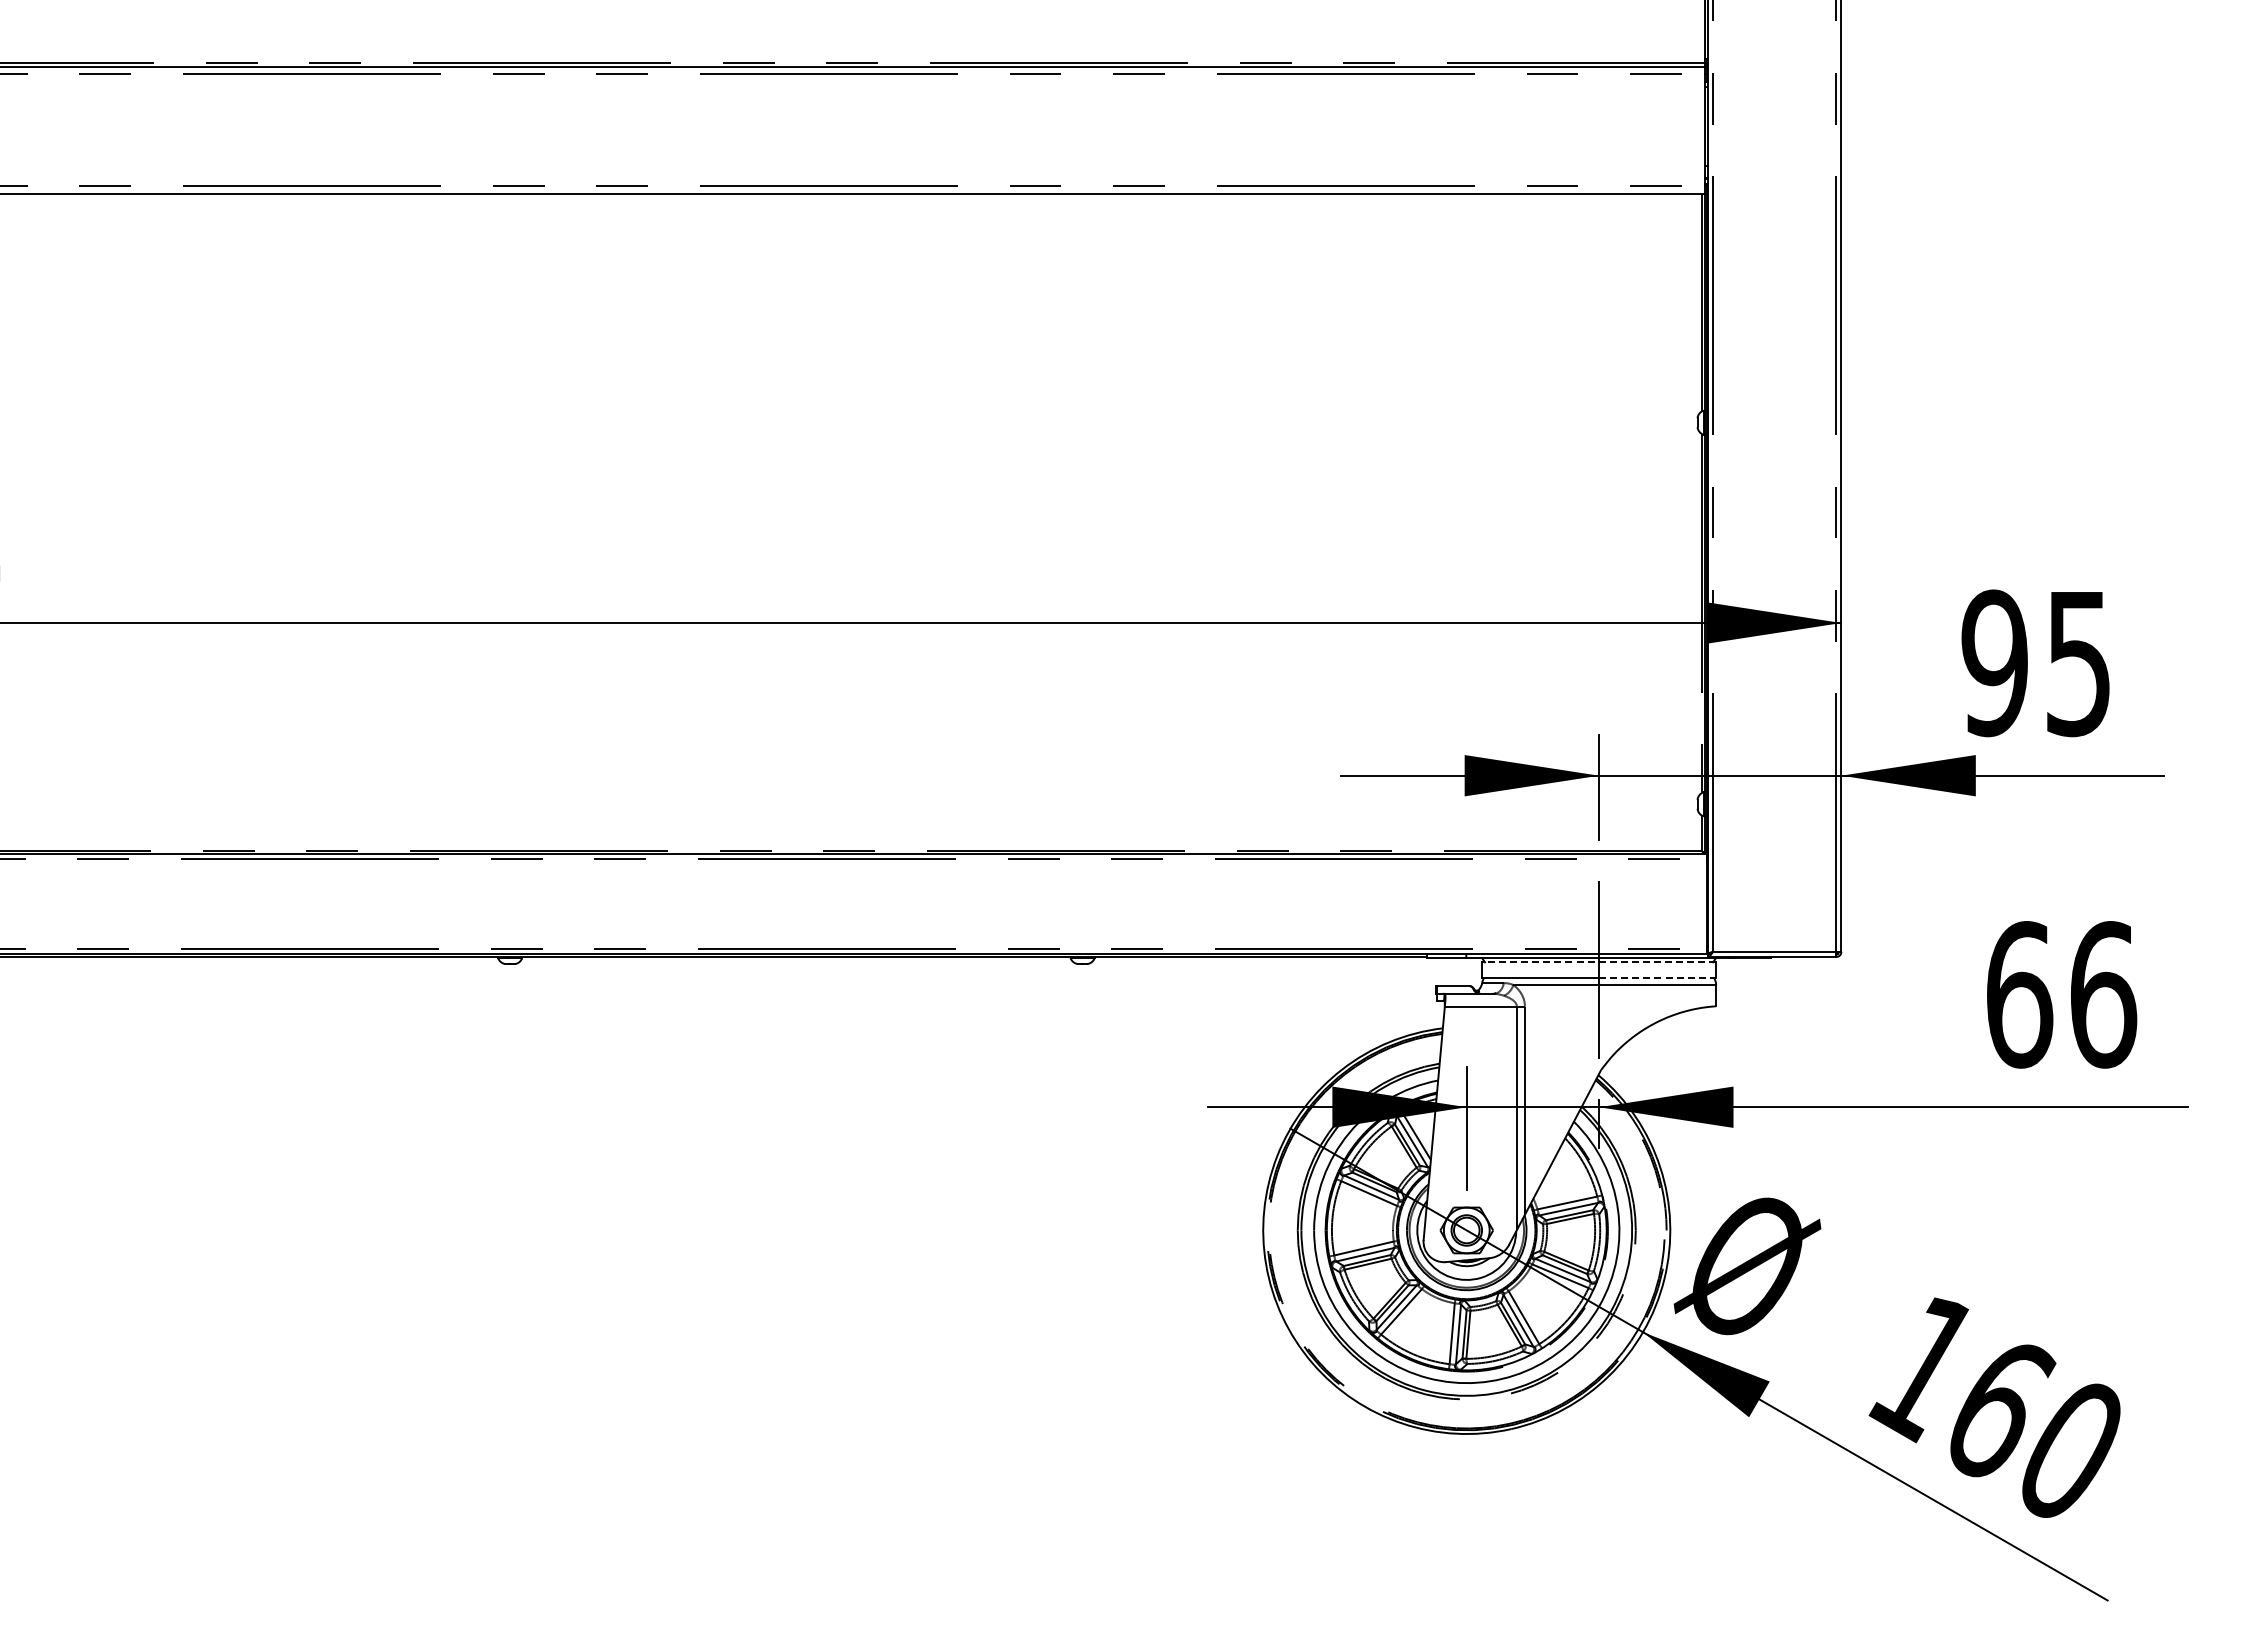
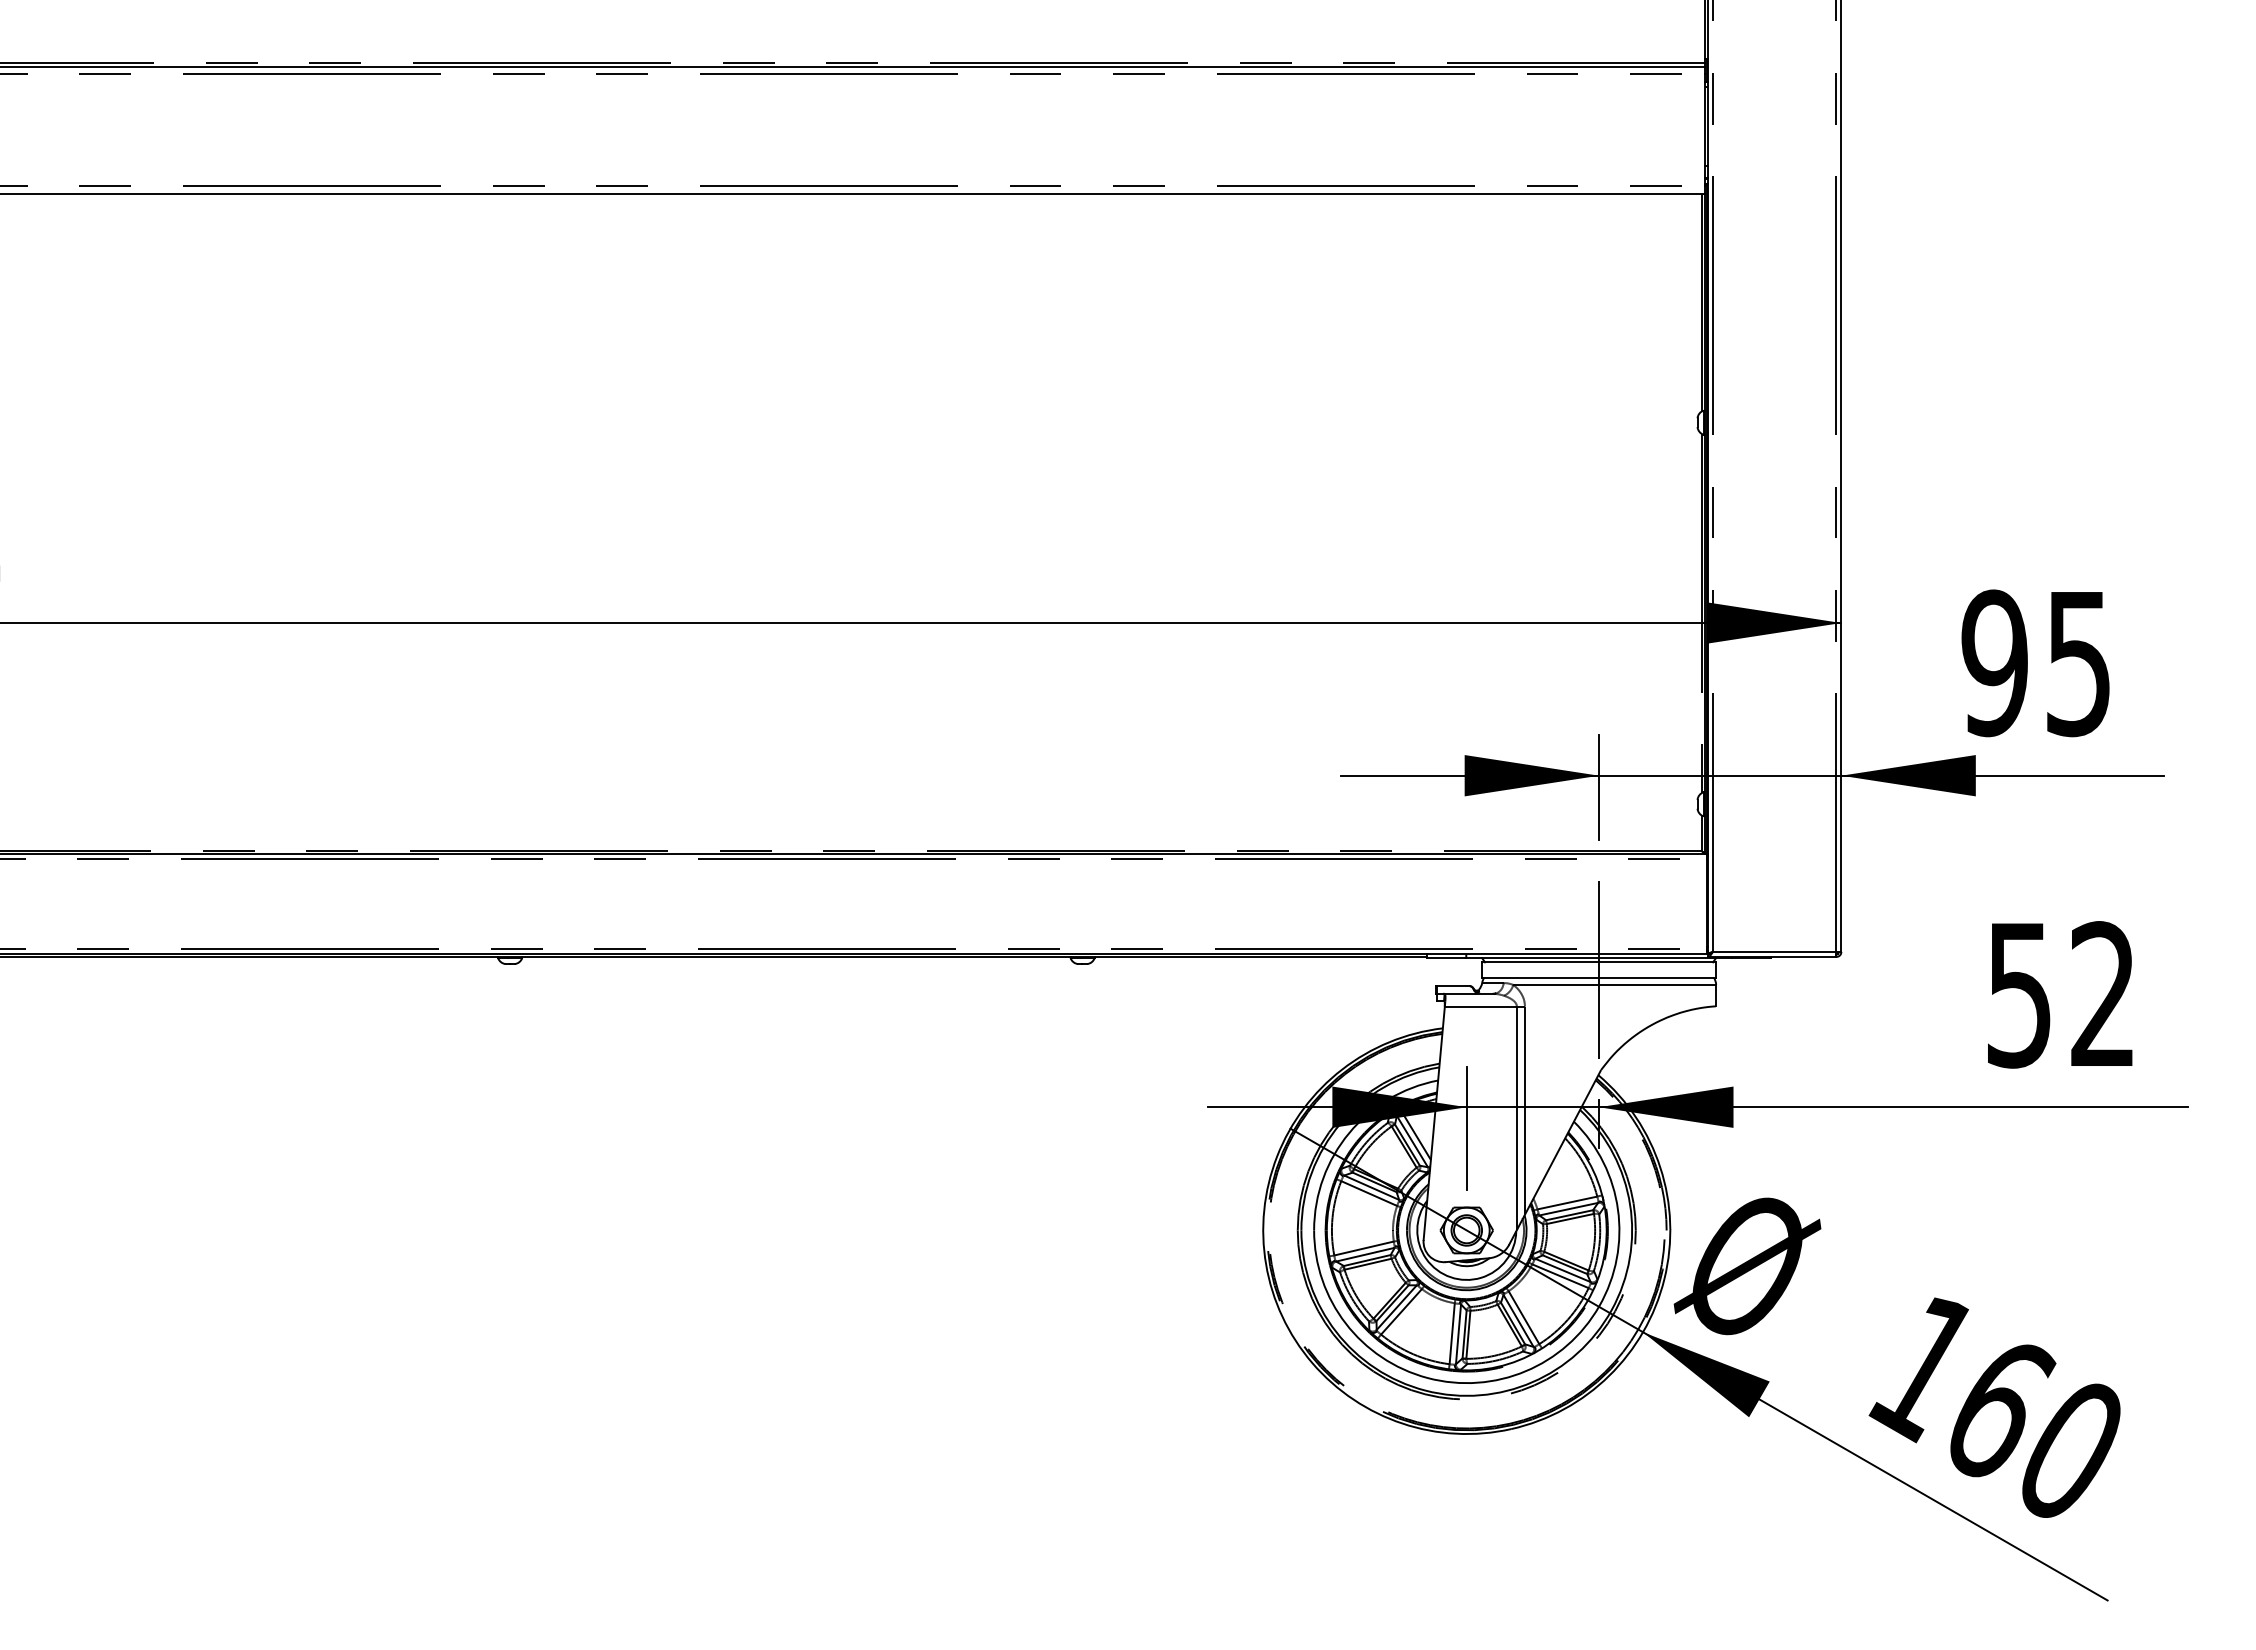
line at (1598, 962): dashed -> solid
line at (1657, 977): dashed -> solid
text at (2062, 994): 66 -> 52
